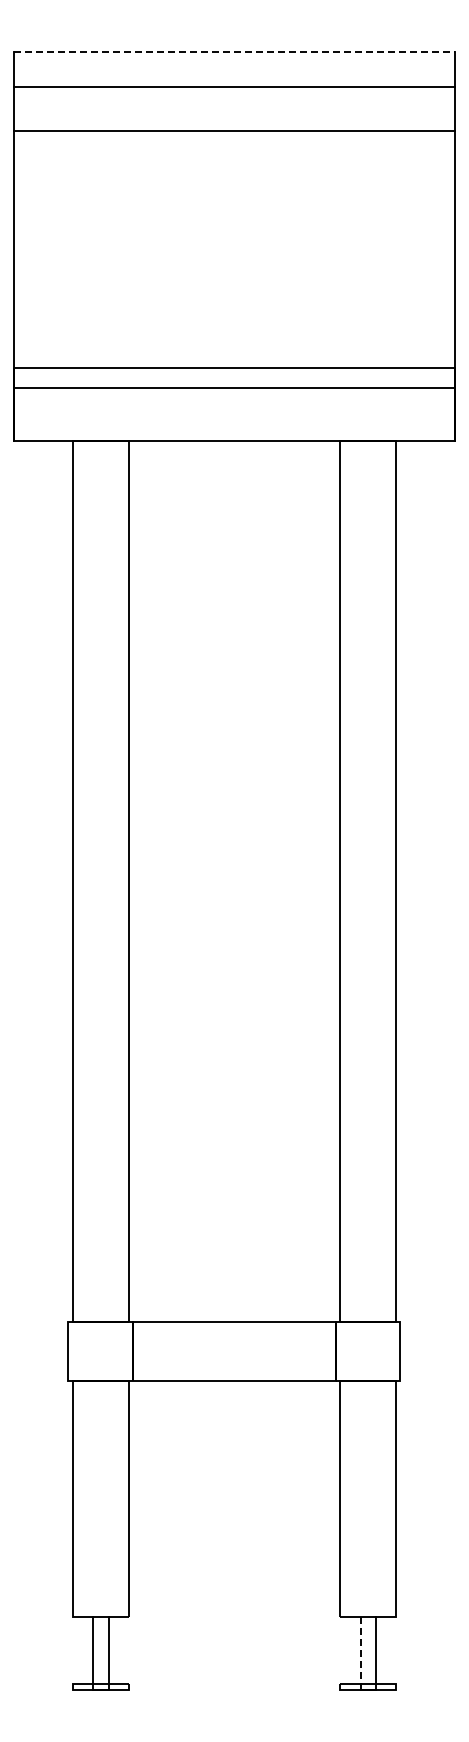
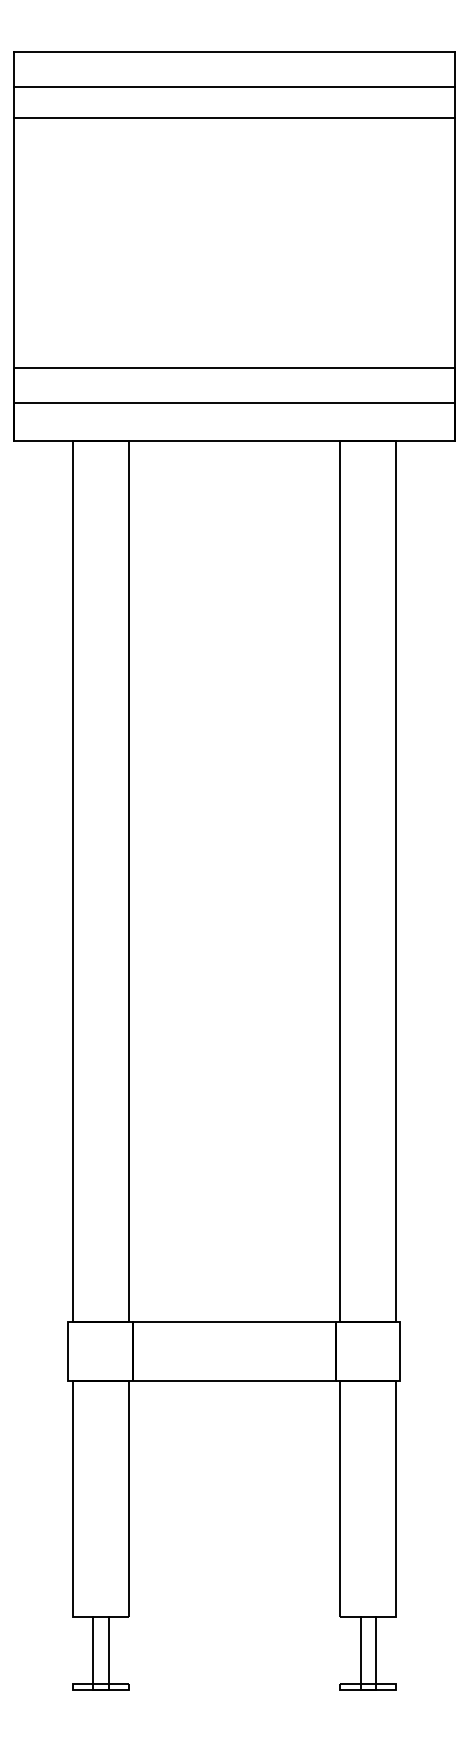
line at (234, 52): dashed -> solid
line at (234, 130) position: (234, 130) -> (234, 117)
line at (234, 388) position: (234, 388) -> (234, 403)
line at (360, 1654): dashed -> solid
